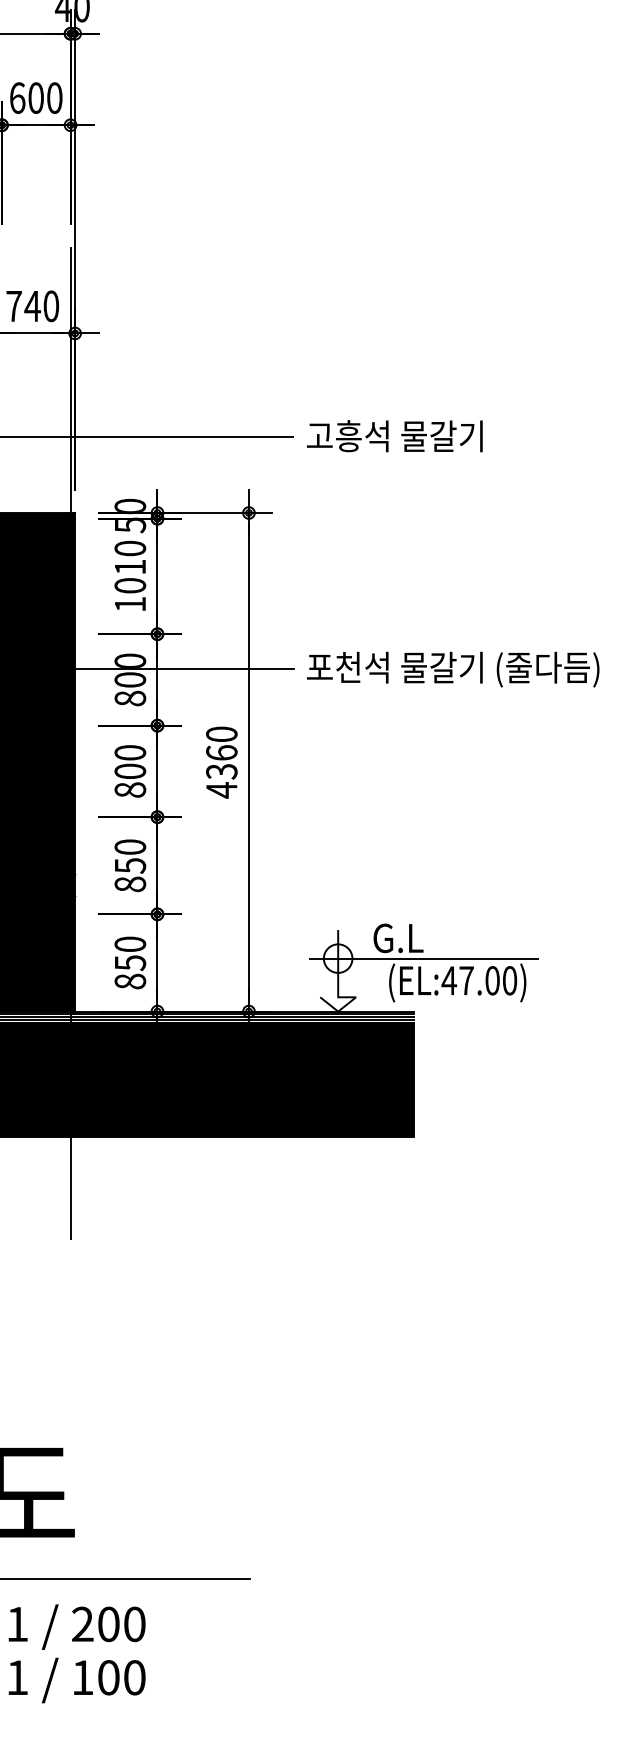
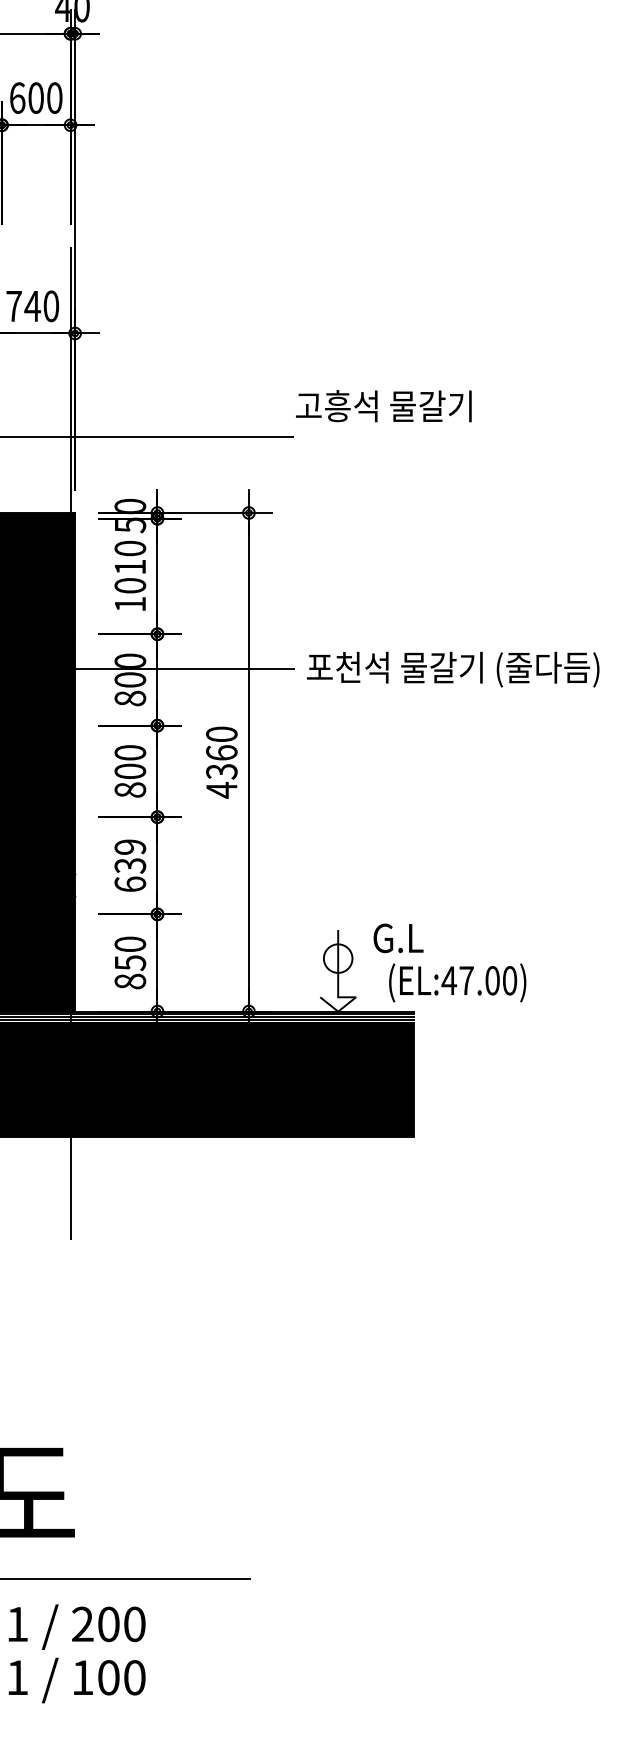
text at (394, 436) position: (394, 436) -> (383, 406)
text at (130, 865): 850 -> 639
line at (423, 958): present -> none
